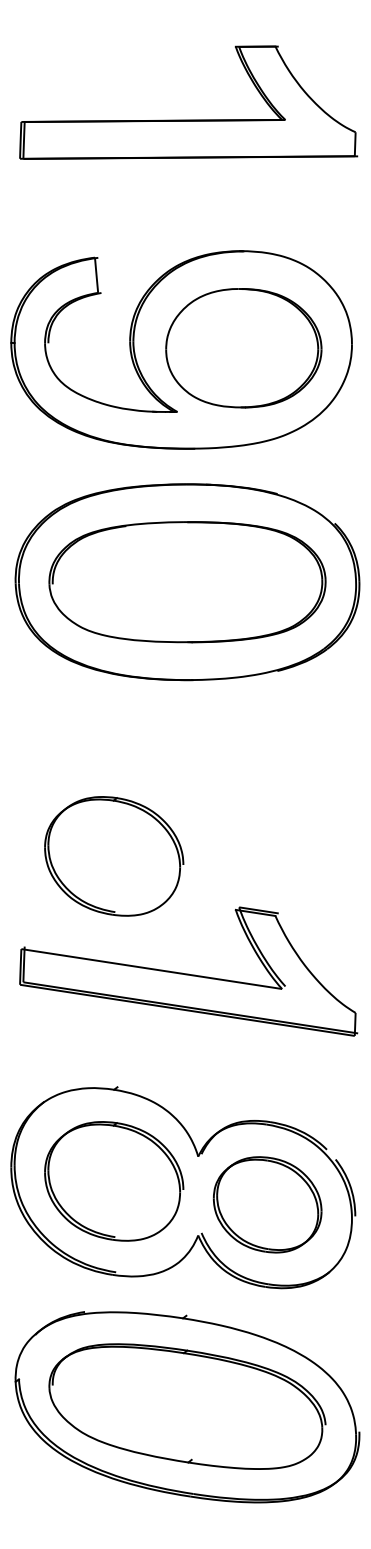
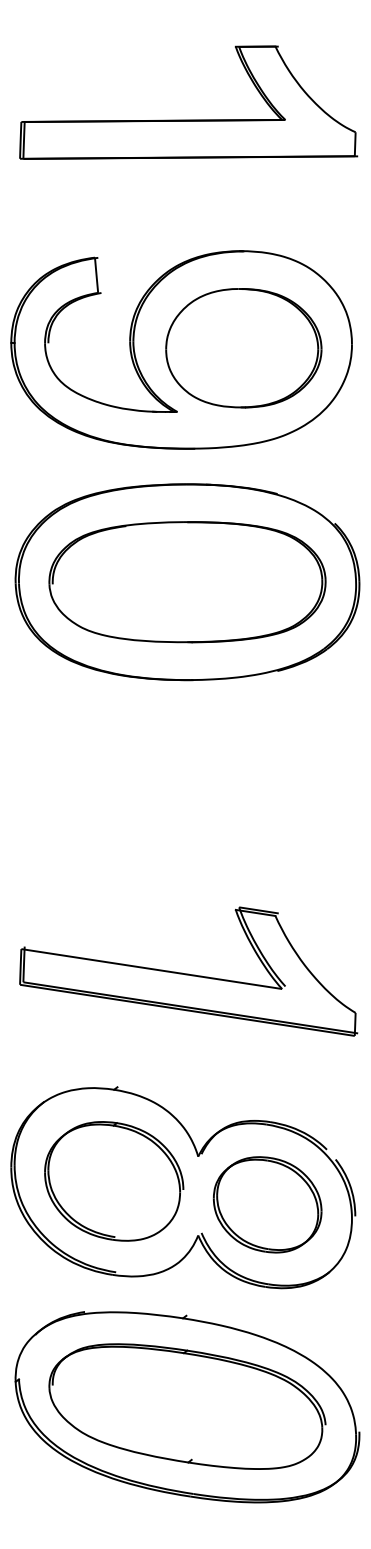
part at (114, 856): present -> none
